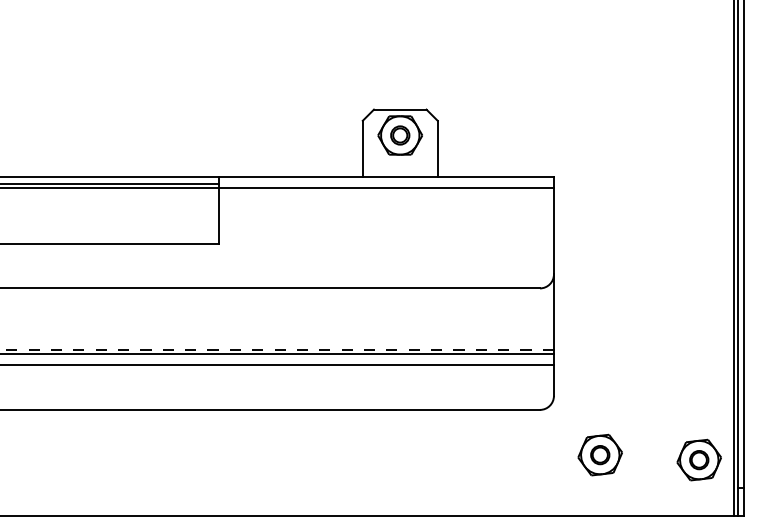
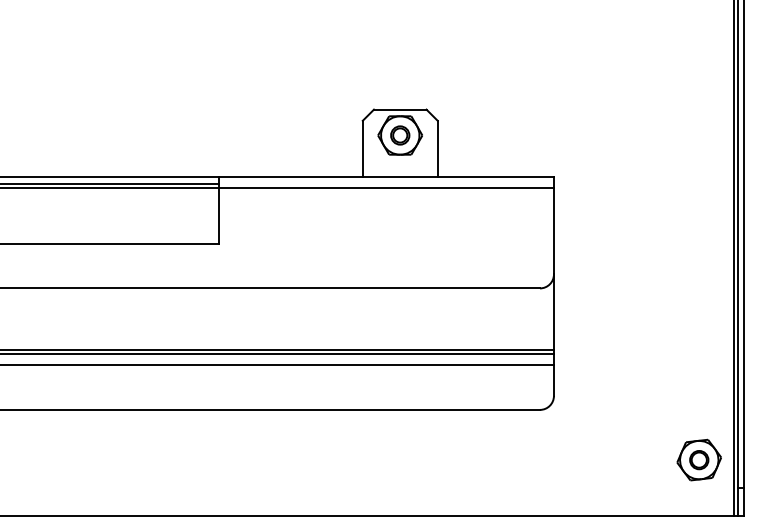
line at (277, 349): dashed -> solid
part at (599, 454): present -> none
